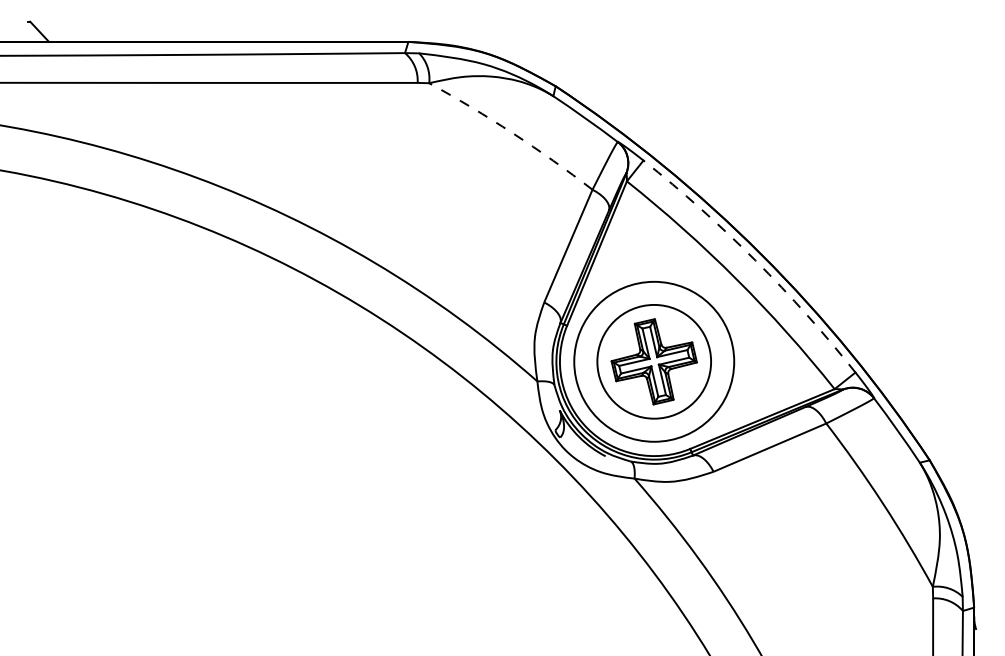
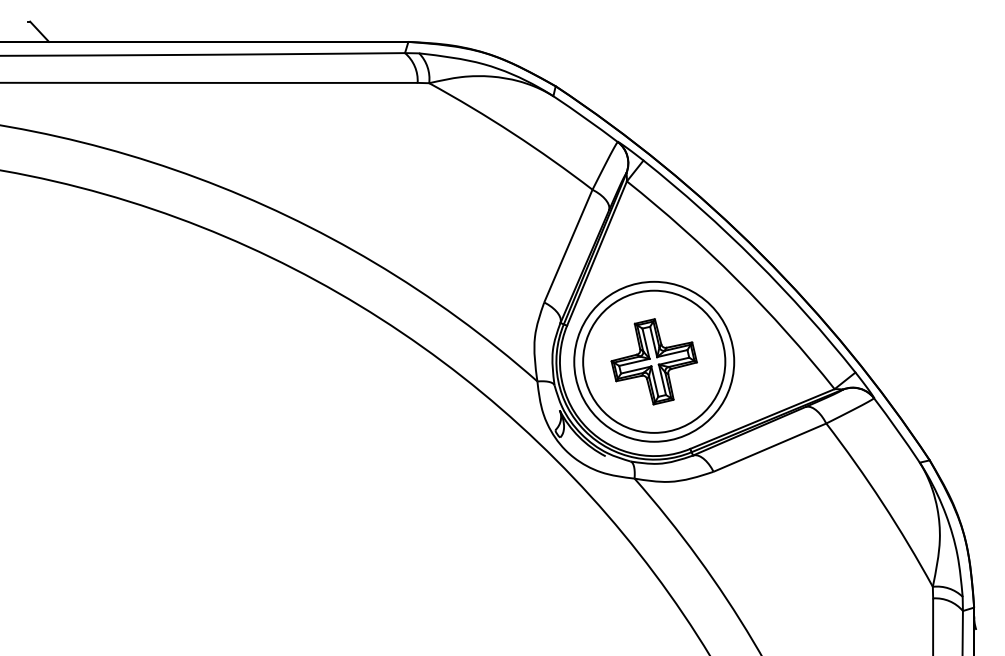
arc at (512, 133): dashed -> solid
arc at (755, 260): dashed -> solid
circle at (654, 361) diameter: 114 px -> 142 px
